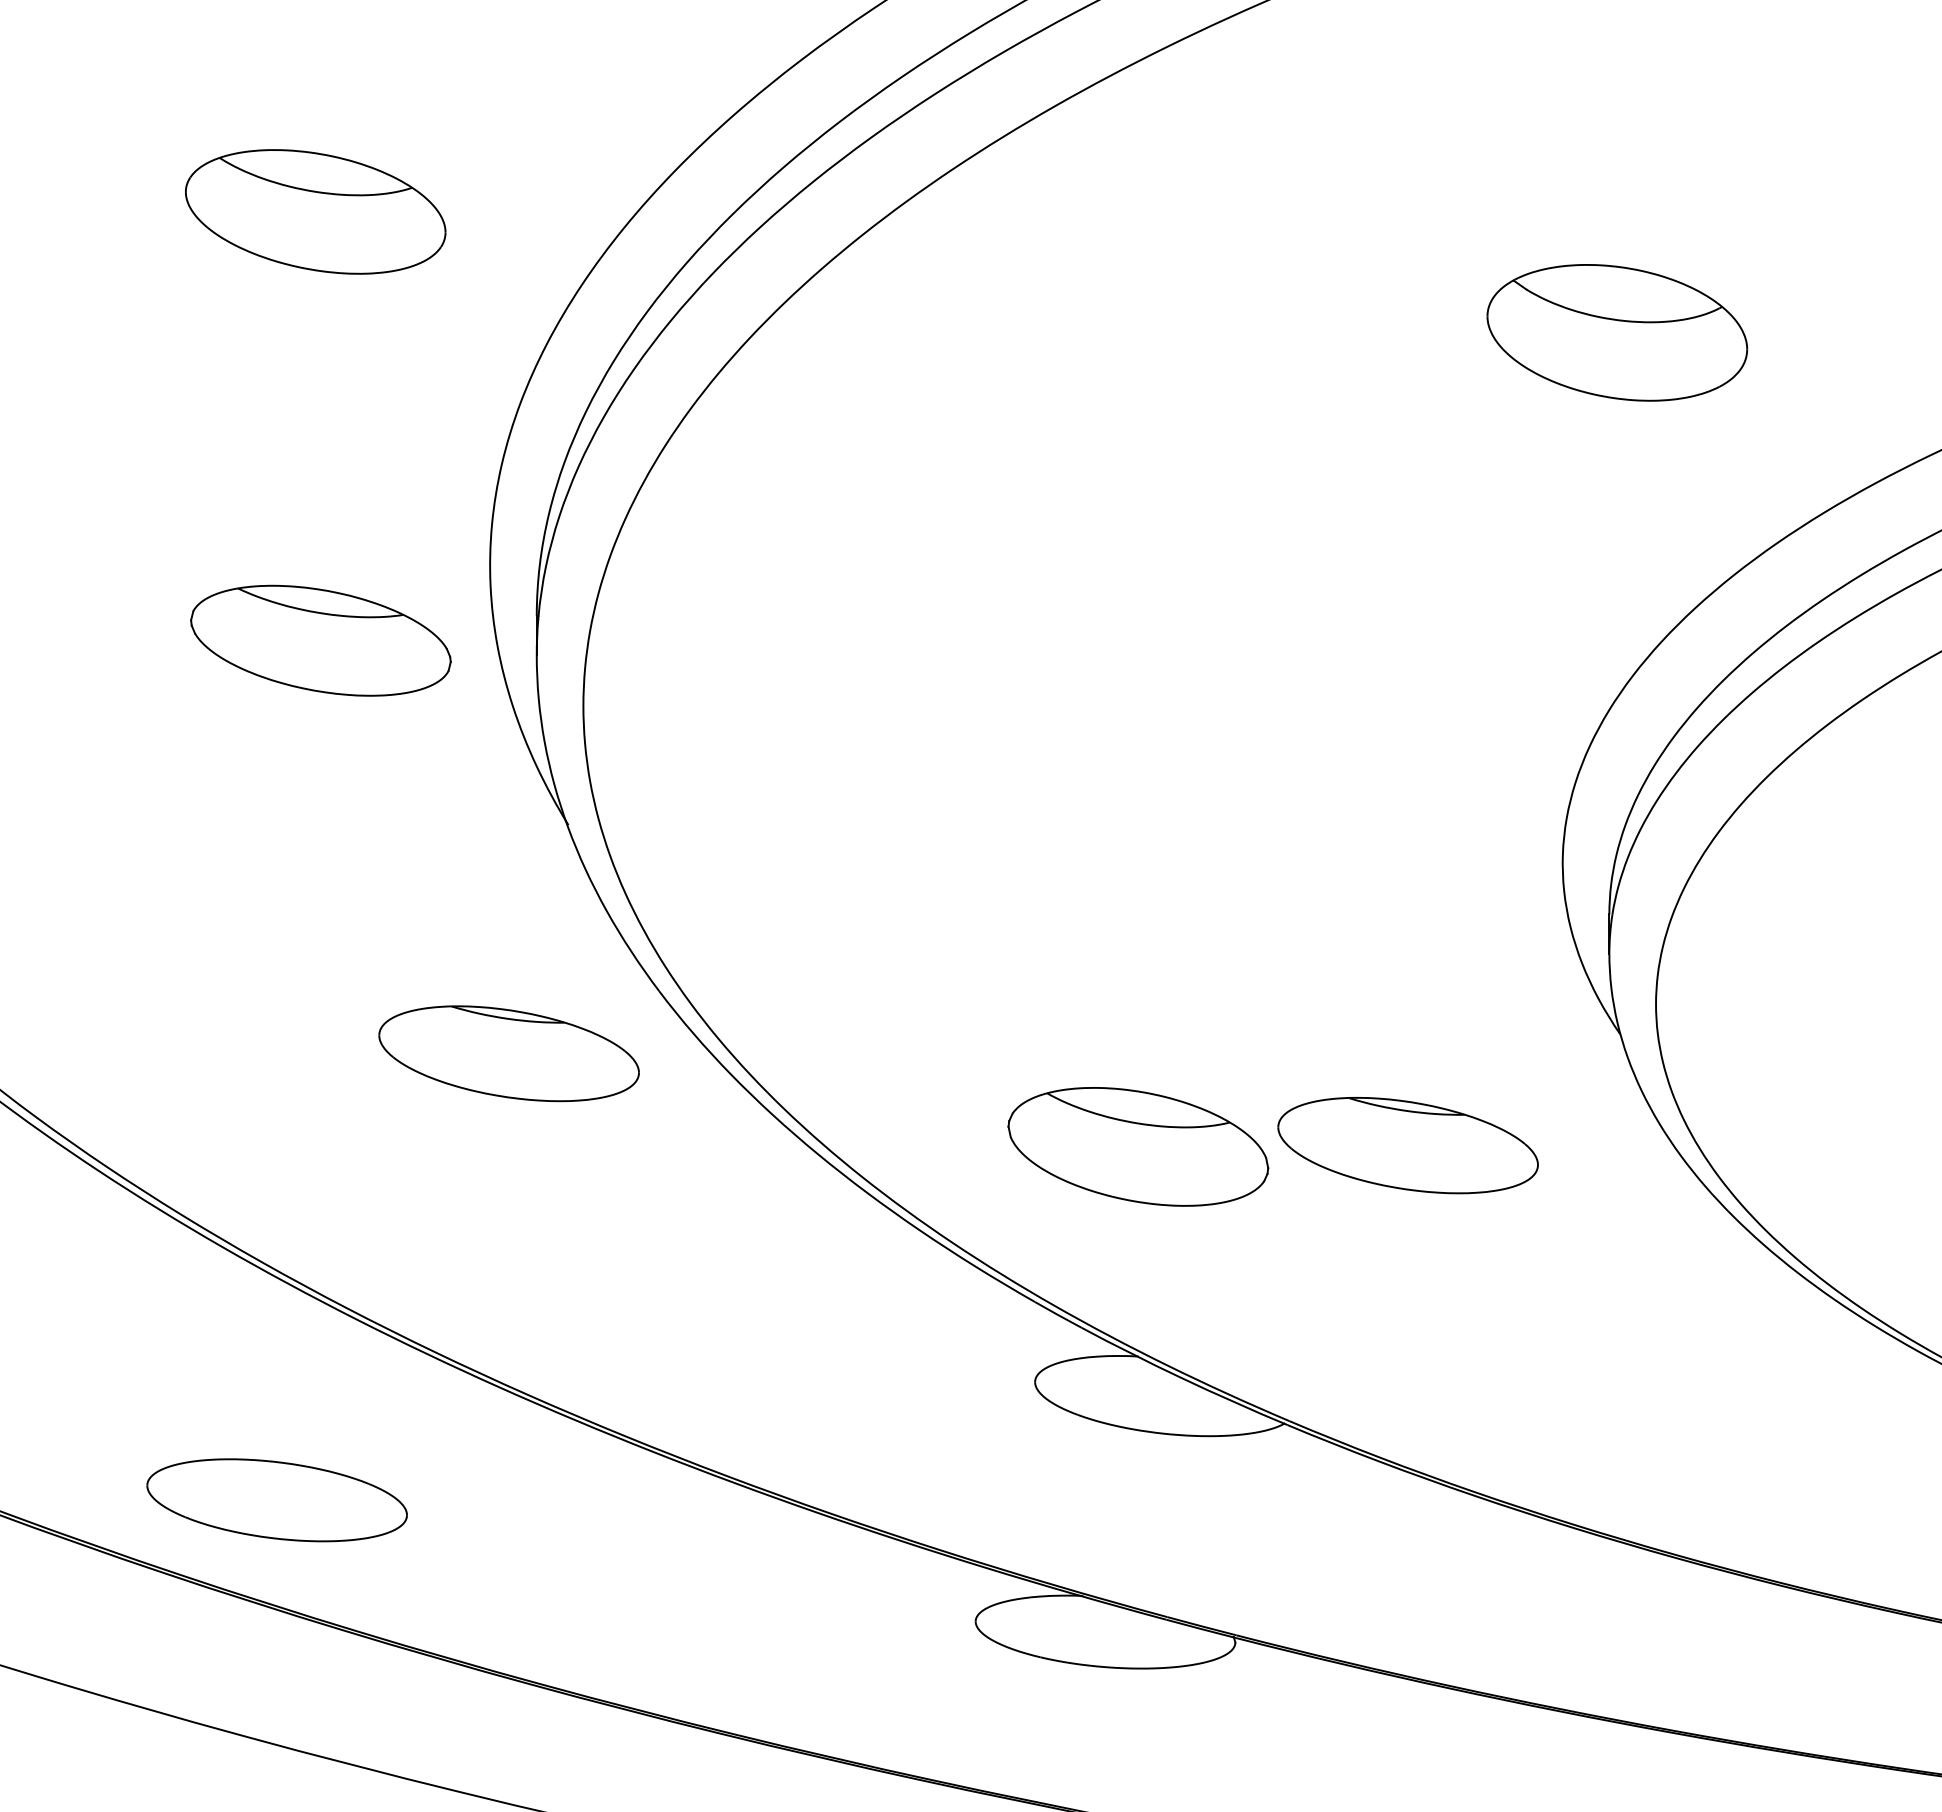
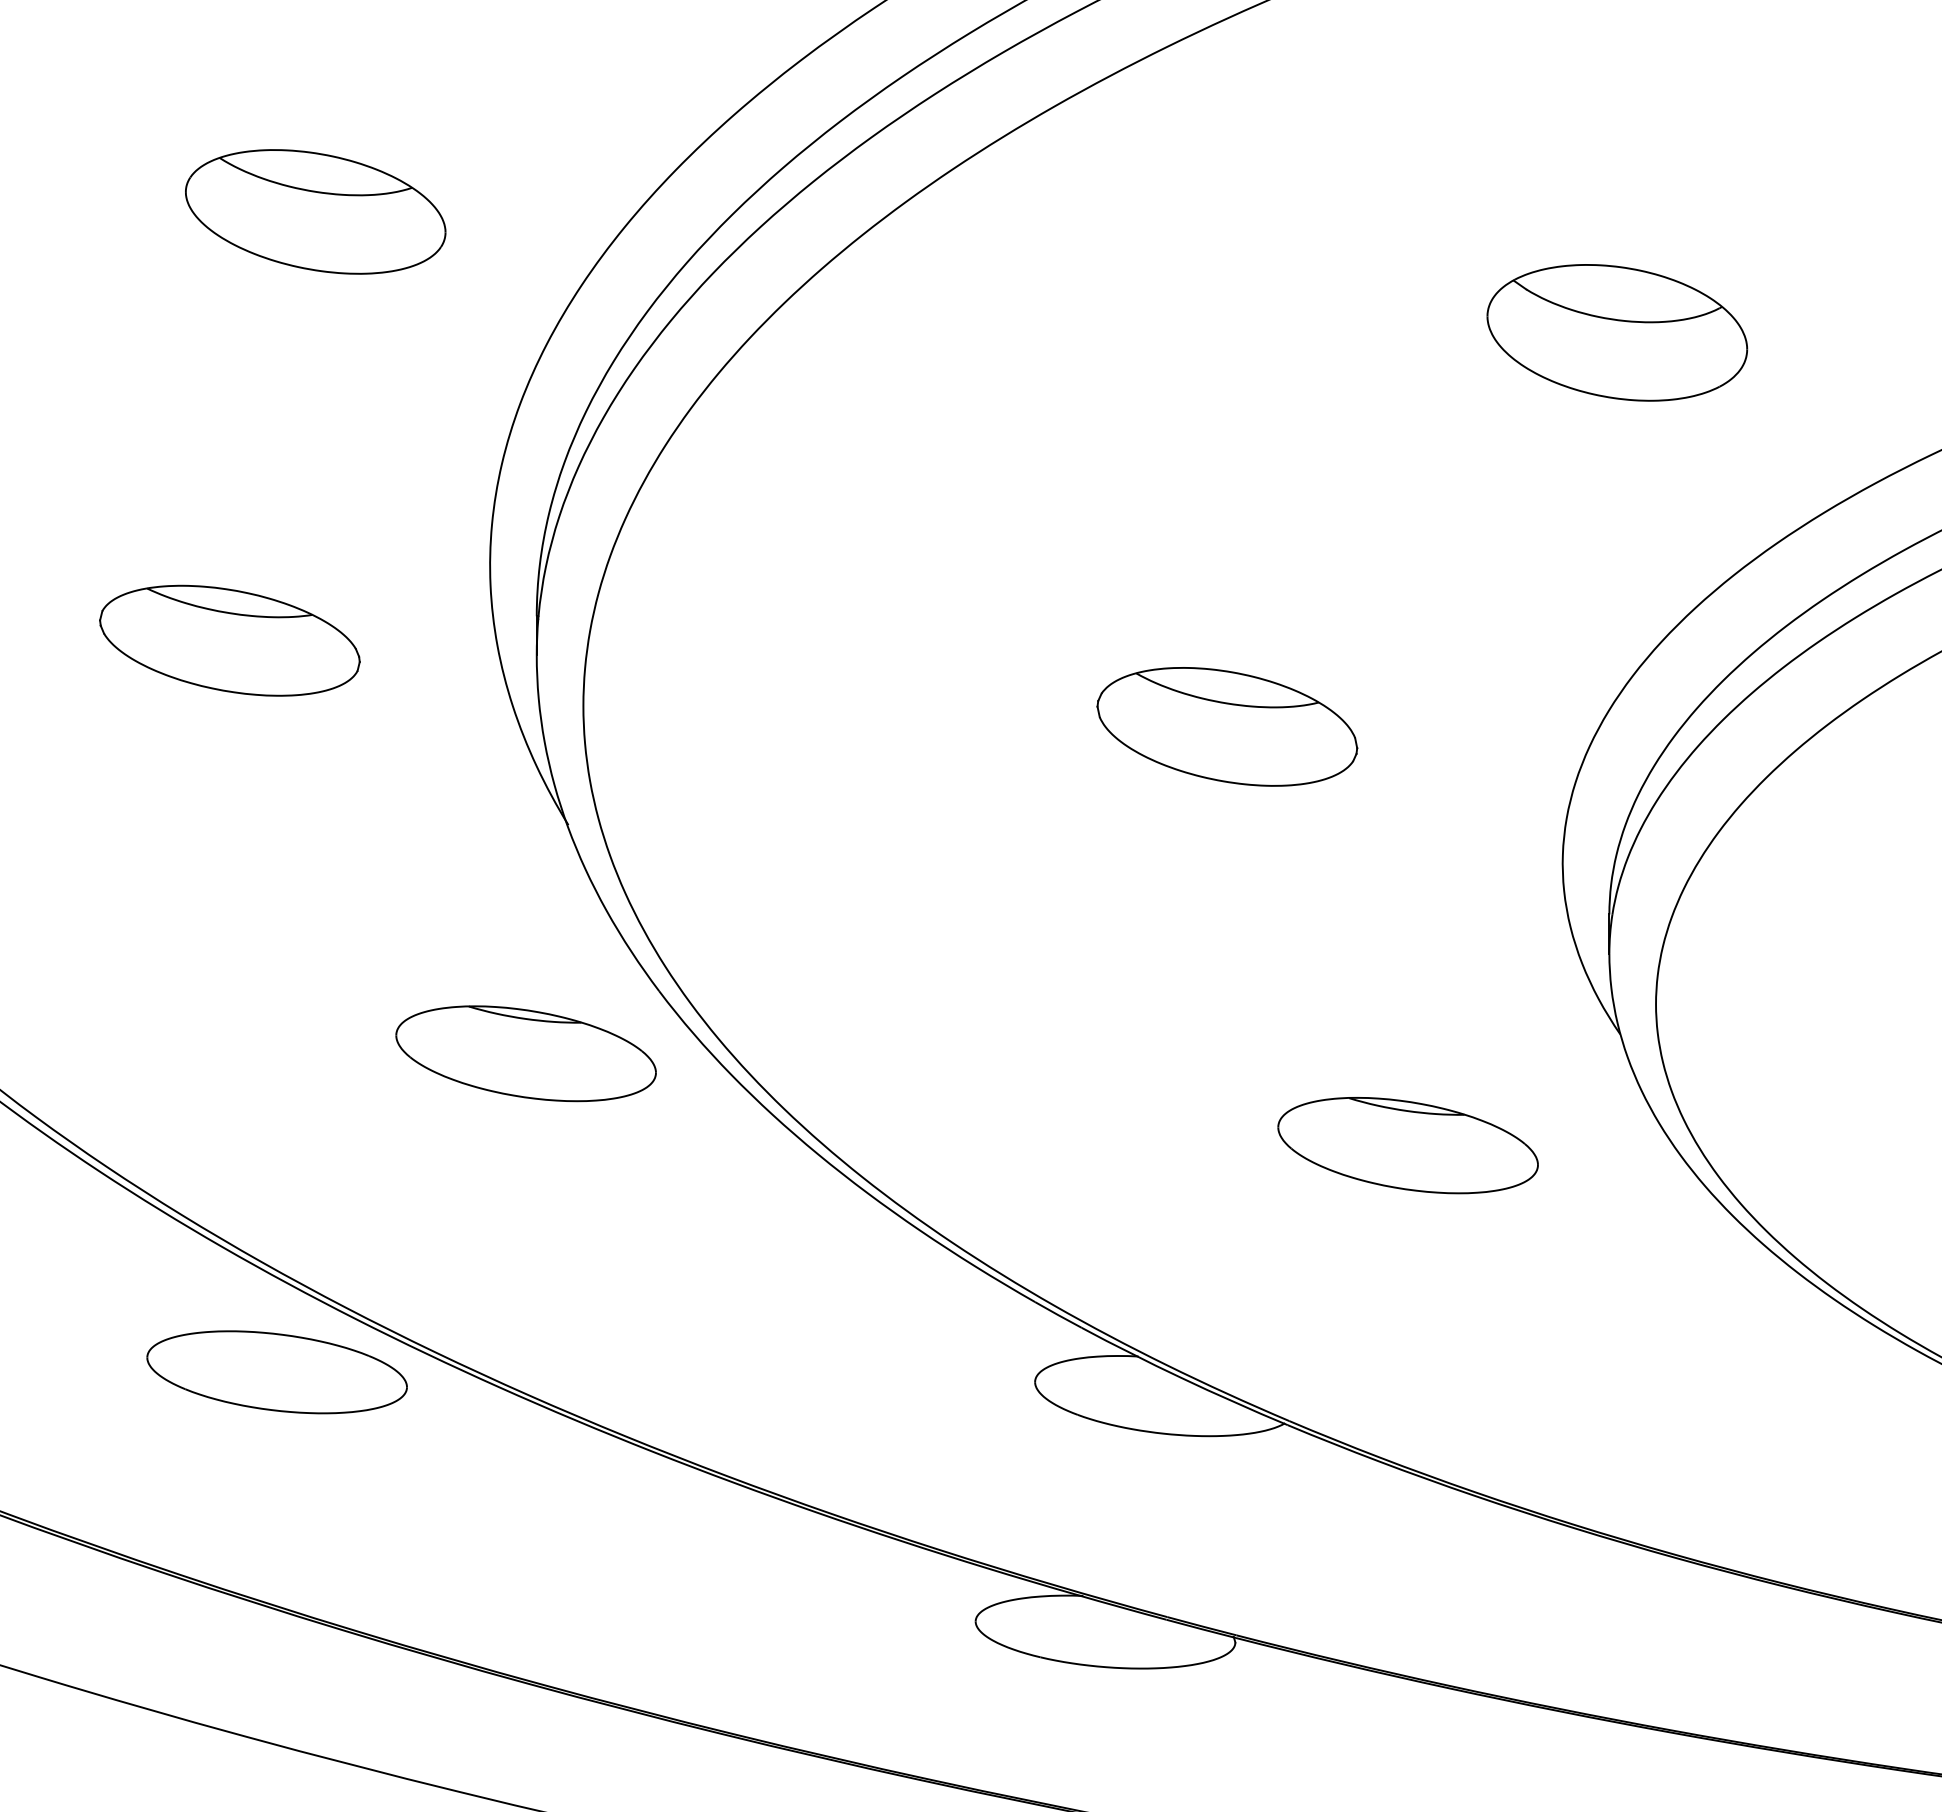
part at (320, 640) position: (320, 640) -> (229, 640)
part at (508, 1053) position: (508, 1053) -> (525, 1053)
part at (1138, 1146) position: (1138, 1146) -> (1227, 726)
part at (276, 1500) position: (276, 1500) -> (276, 1372)
